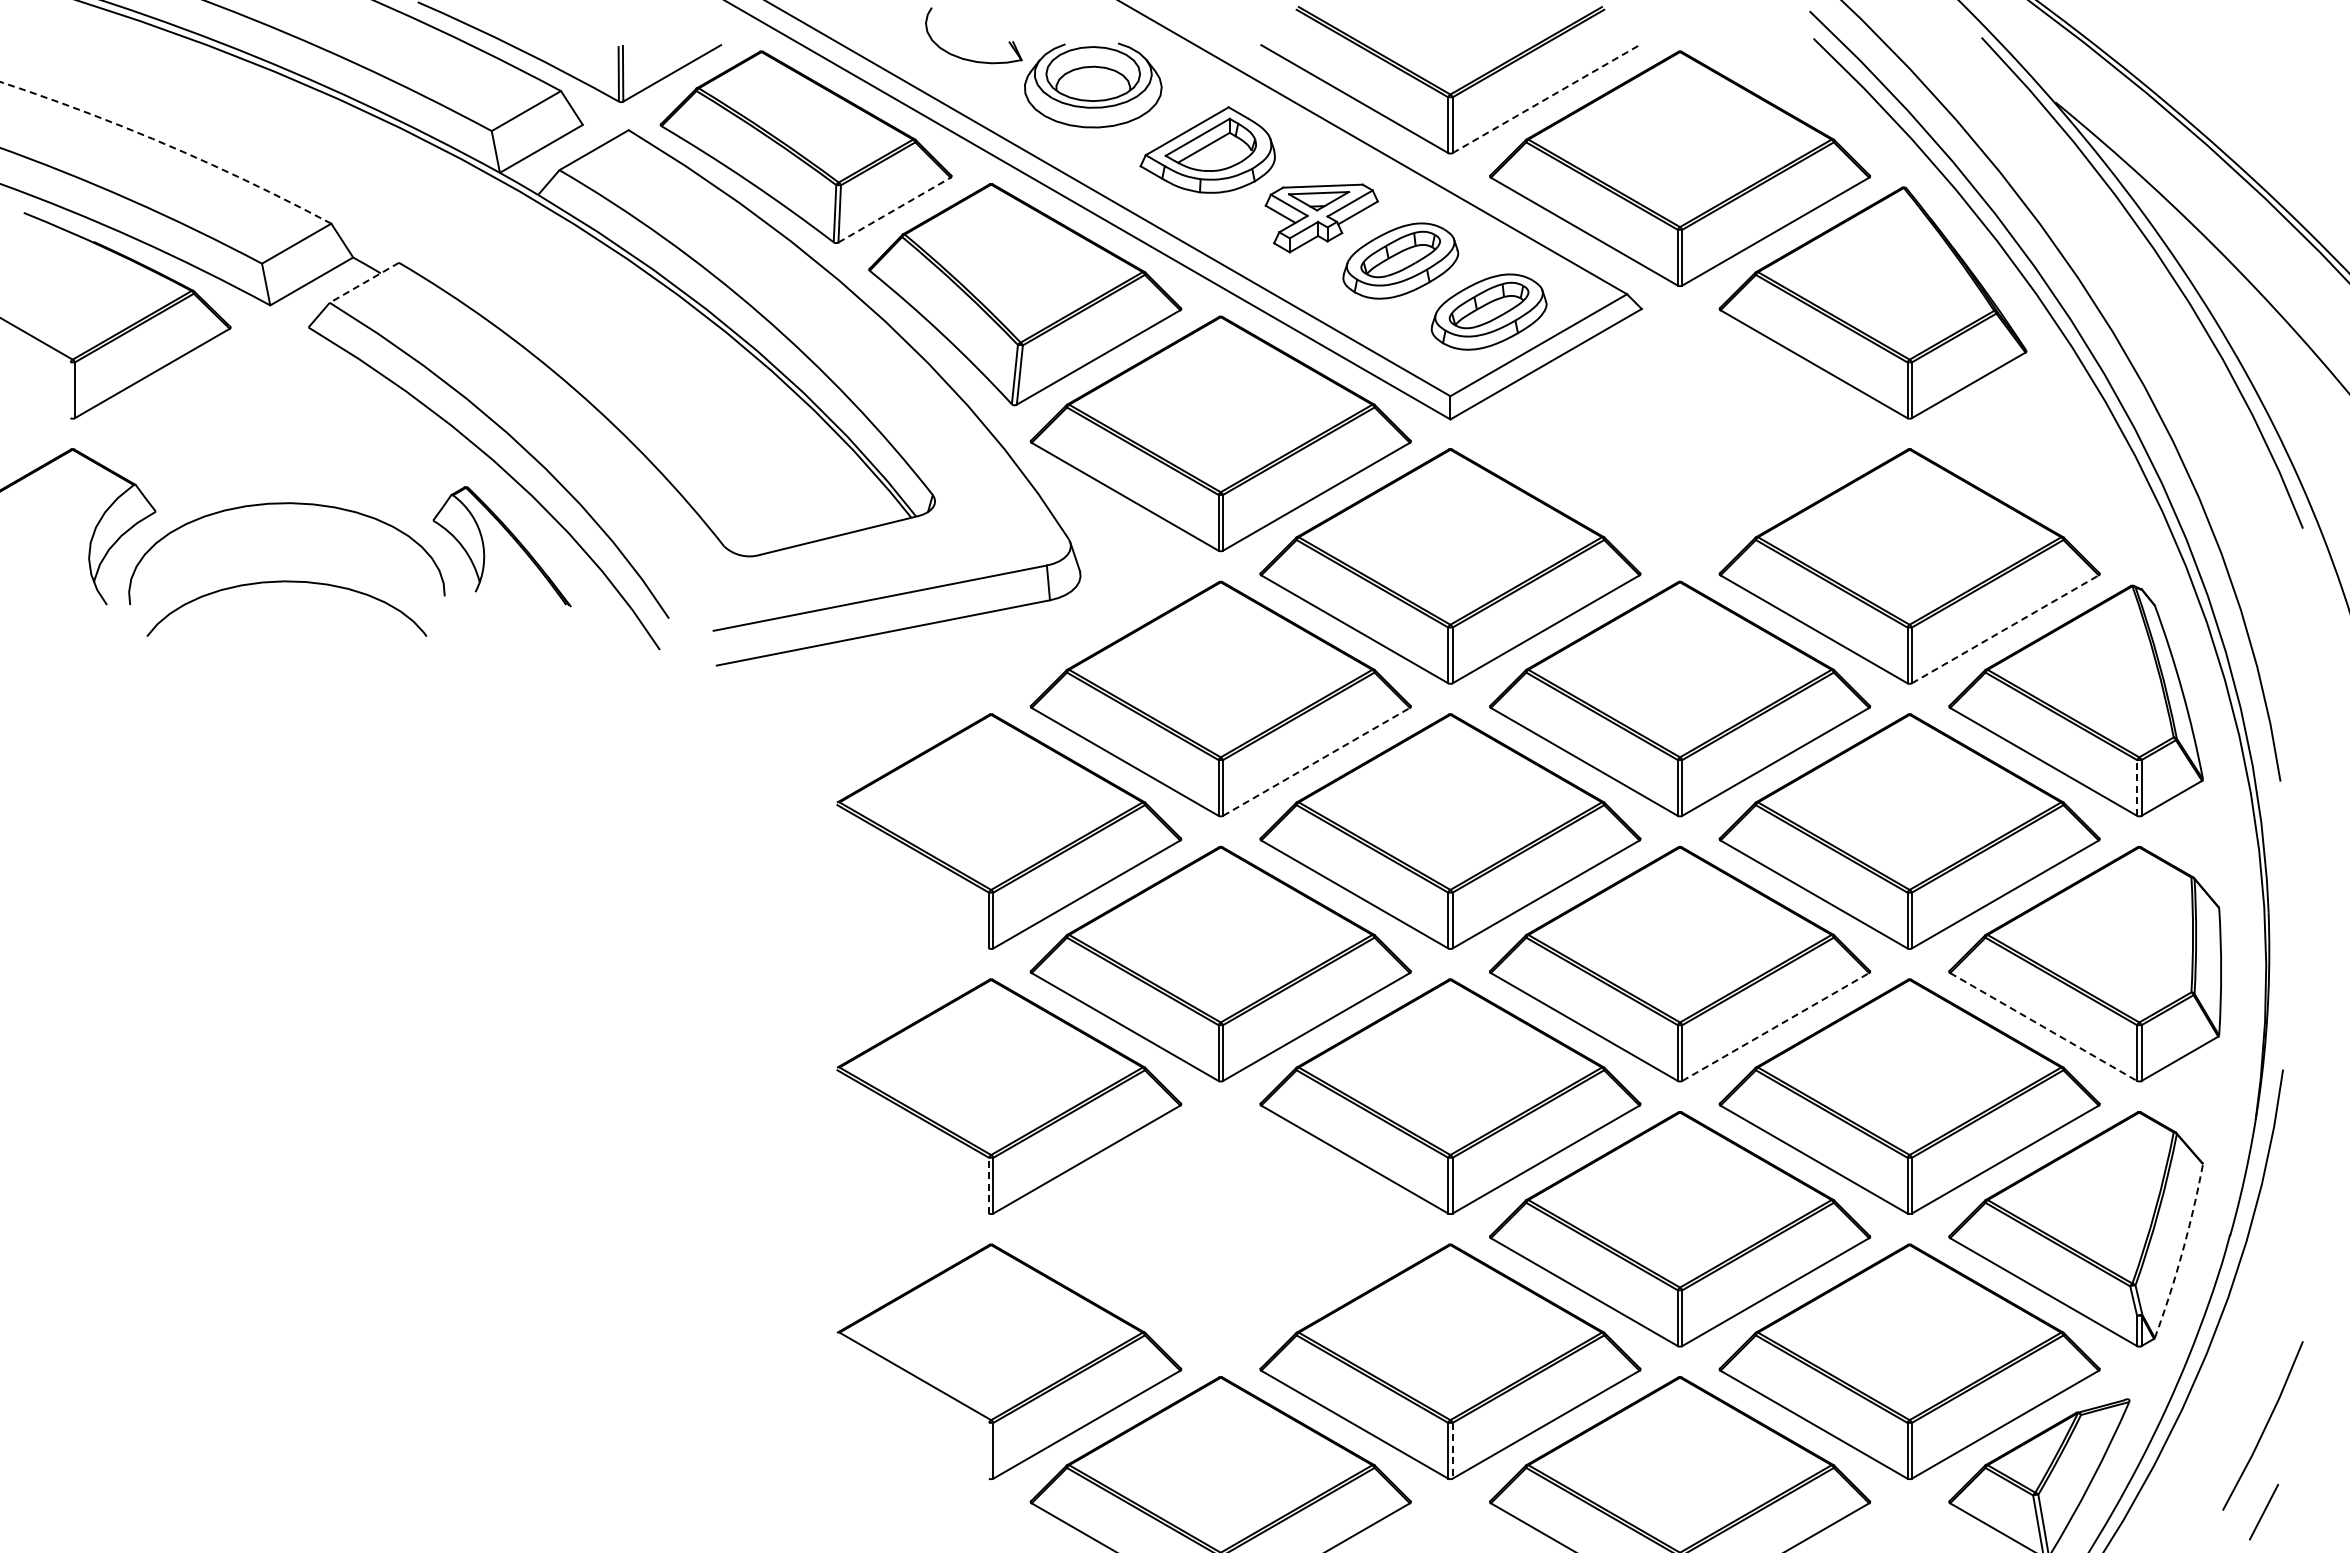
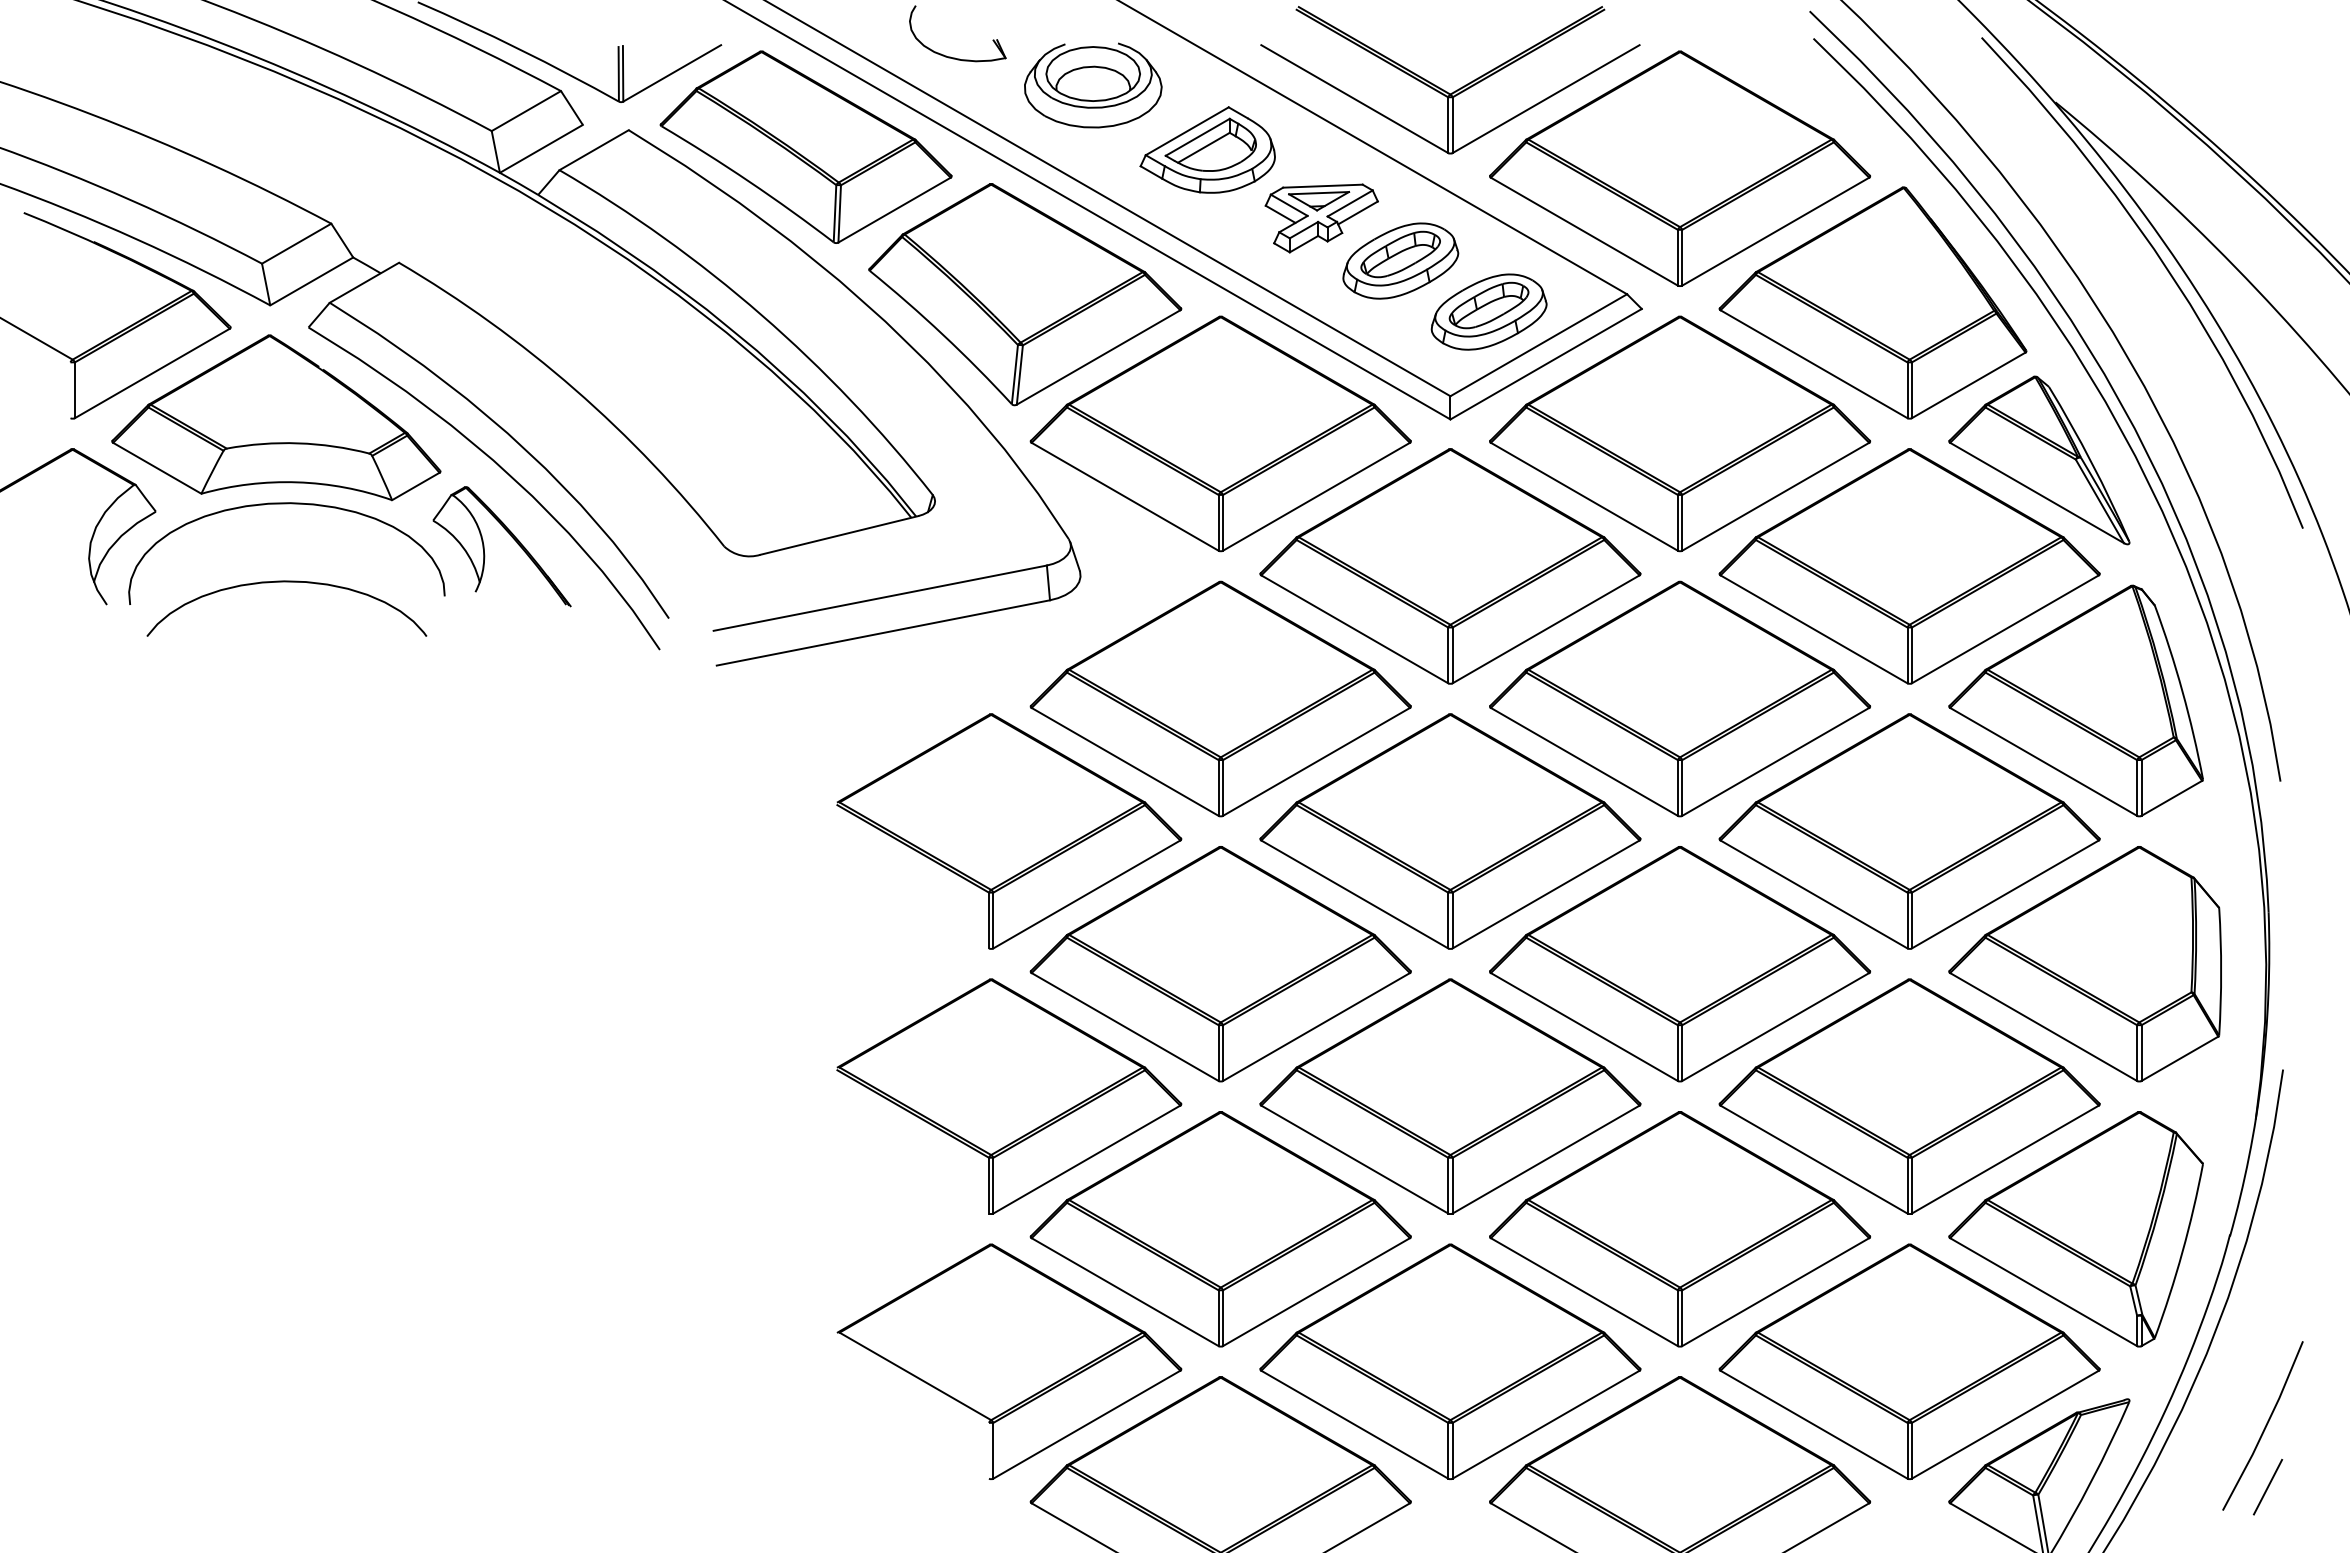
part at (966, 58) position: (966, 58) -> (950, 56)
line at (1546, 99): dashed -> solid
arc at (168, 145): dashed -> solid
line at (894, 210): dashed -> solid
line at (364, 282): dashed -> solid
part at (276, 417): none -> present
part at (1680, 433): none -> present
part at (2039, 460): none -> present
line at (2005, 629): dashed -> solid
line at (1316, 761): dashed -> solid
line at (2137, 787): dashed -> solid
line at (1775, 1027): dashed -> solid
line at (2043, 1027): dashed -> solid
line at (988, 1185): dashed -> solid
part at (1220, 1229): none -> present
arc at (2182, 1252): dashed -> solid
line at (1452, 1450): dashed -> solid
line at (2263, 1511) position: (2263, 1511) -> (2267, 1486)
